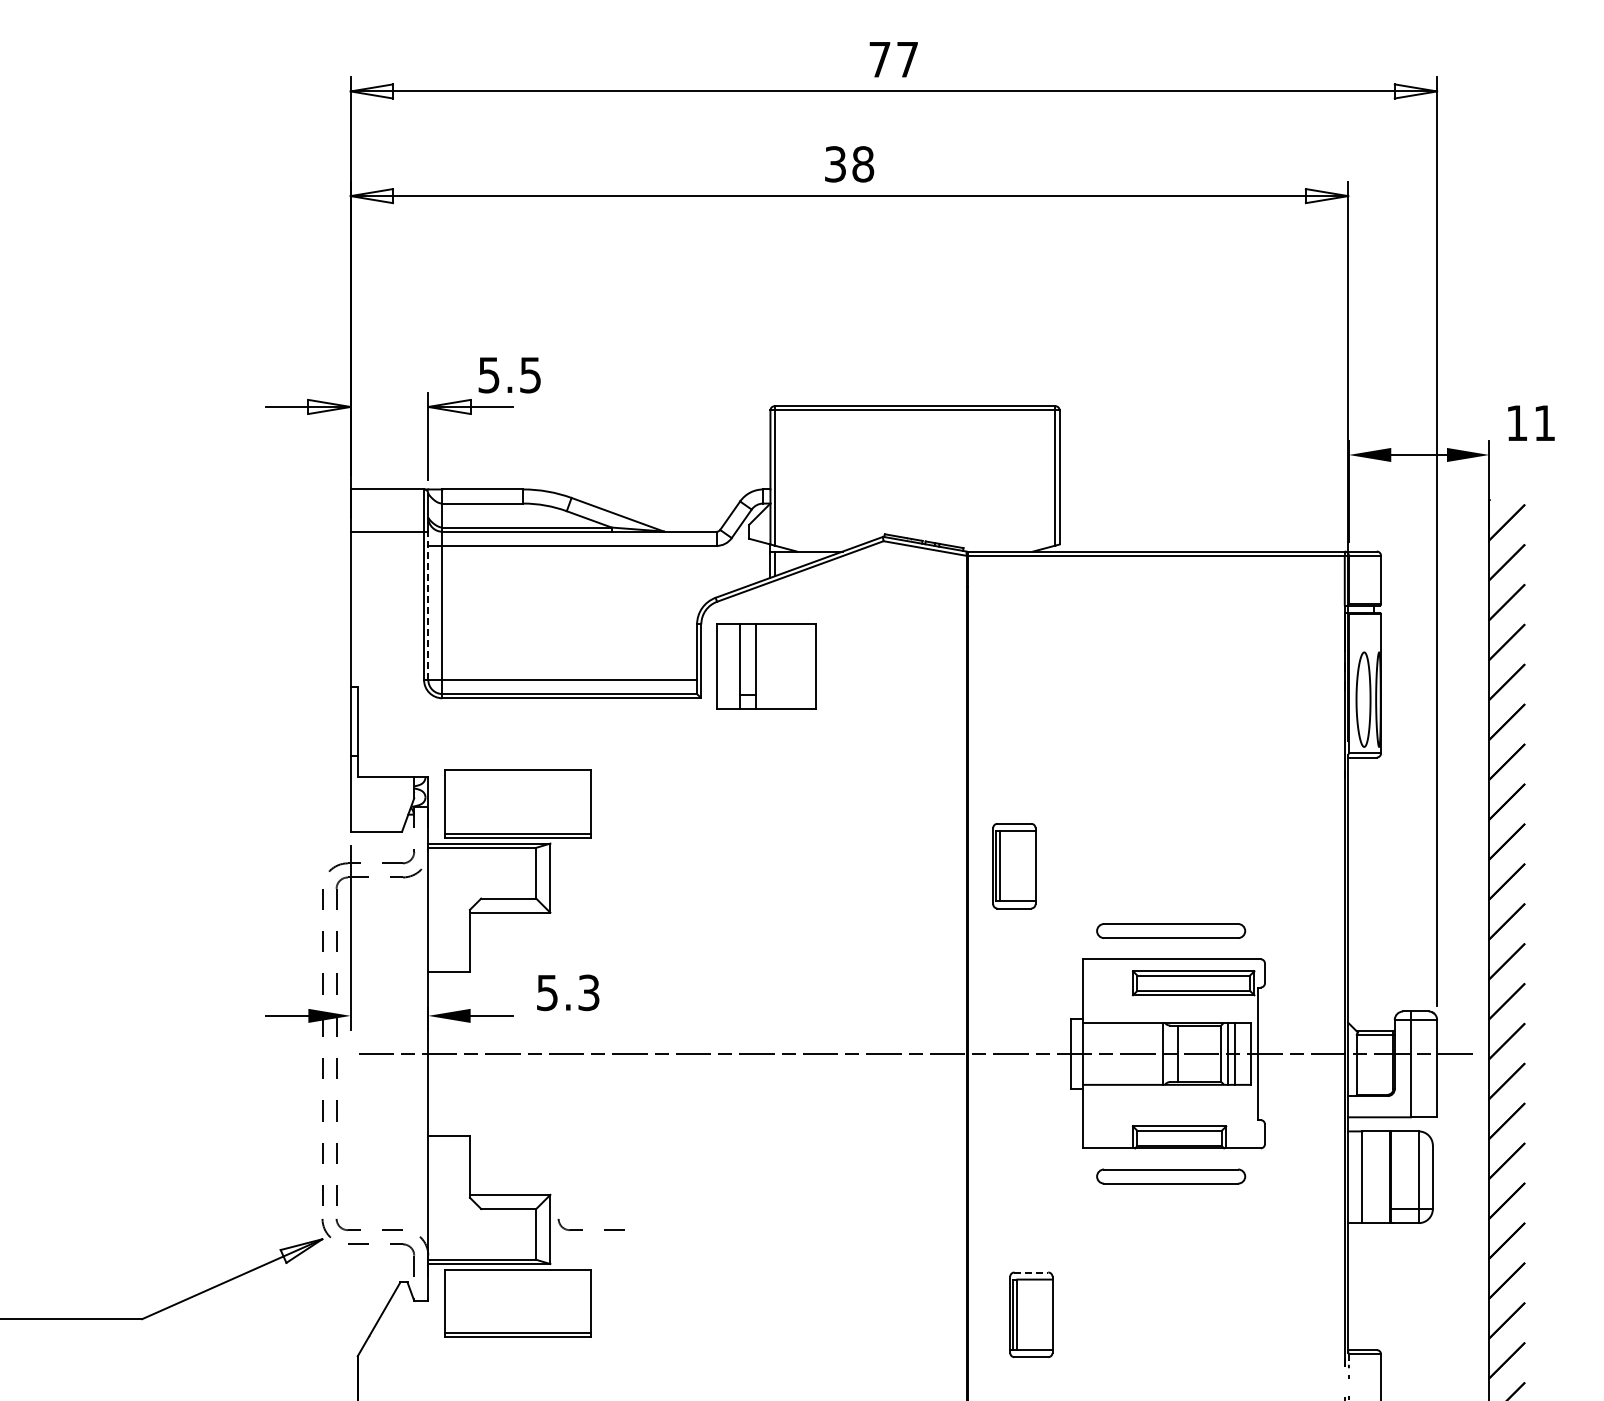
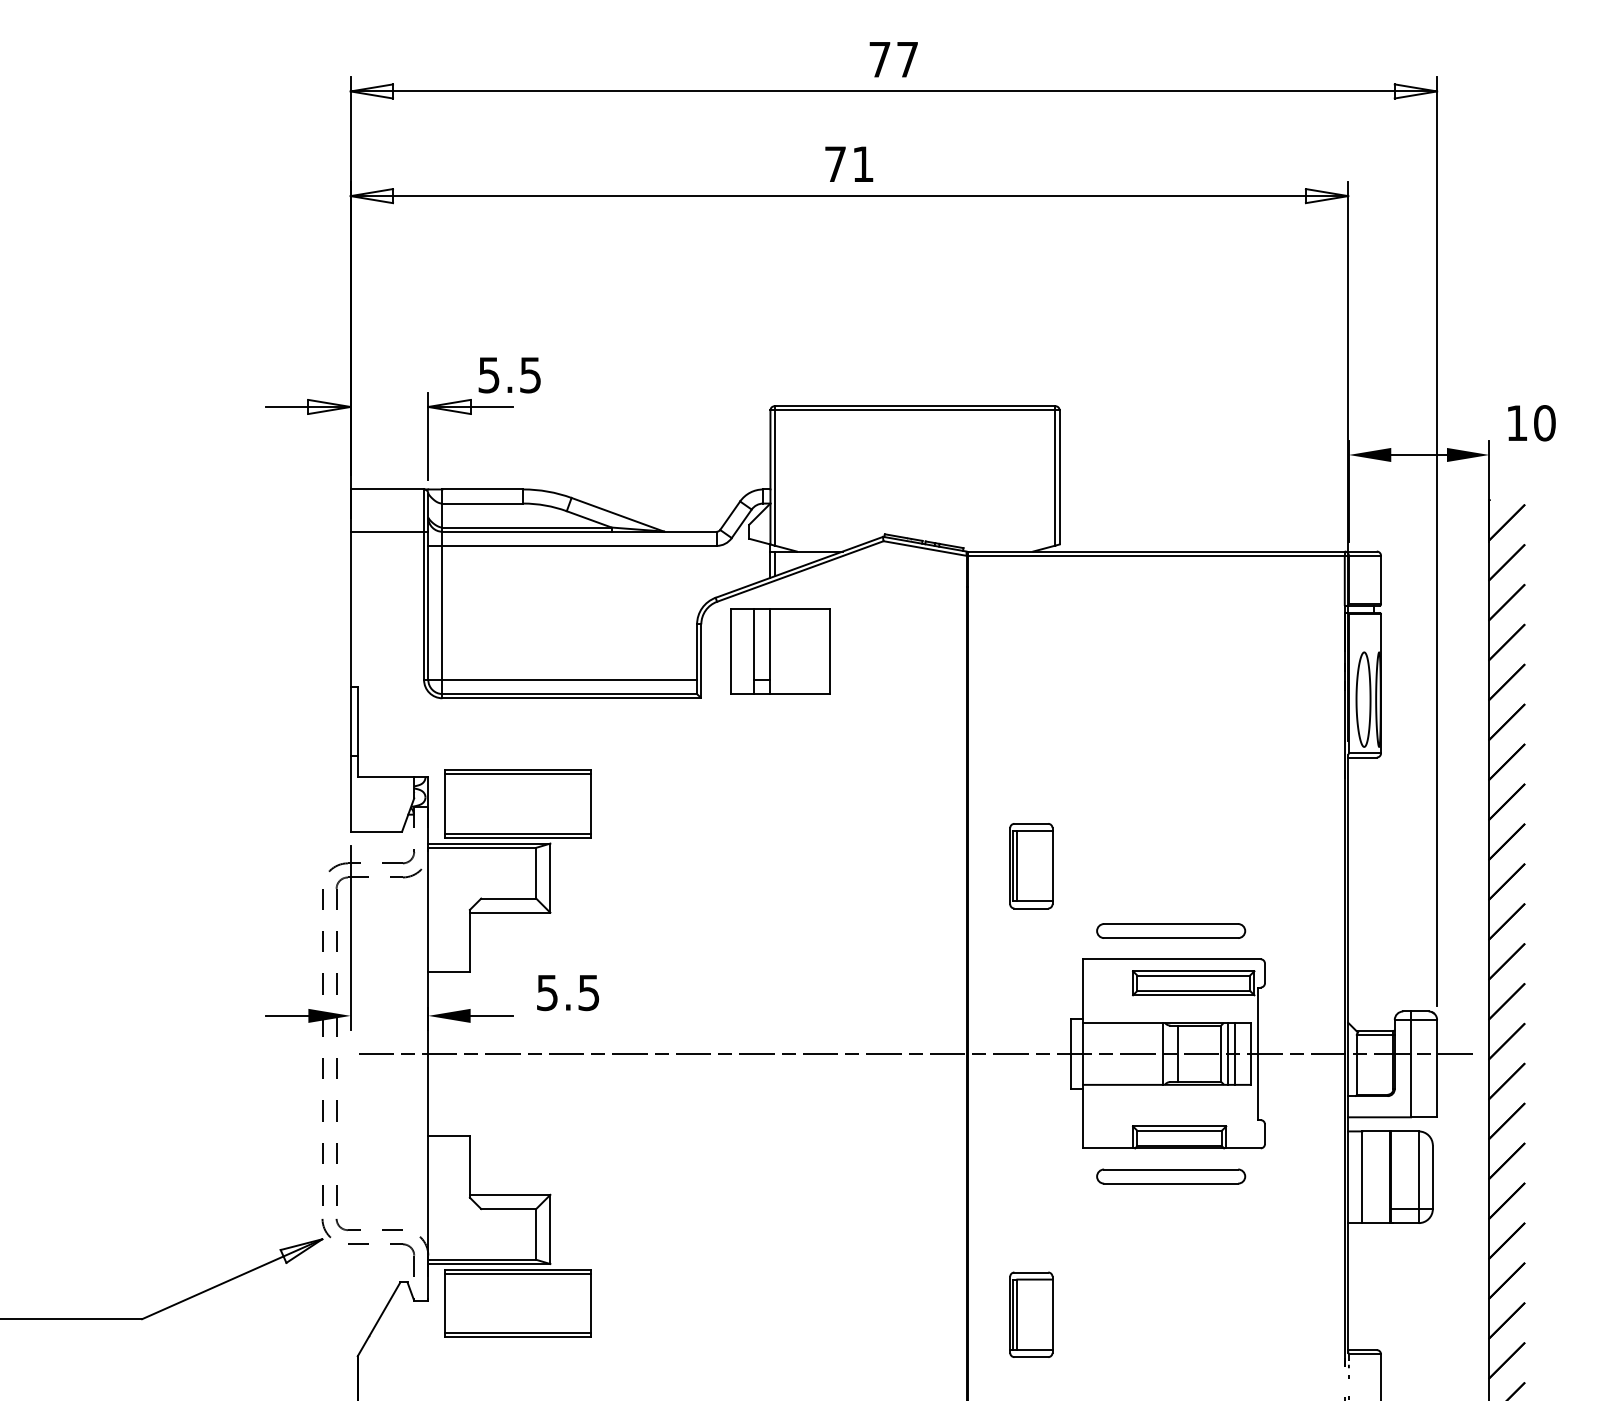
text at (849, 164): 38 -> 71
text at (1544, 423): 11 -> 10
line at (428, 605): dashed -> solid
part at (766, 666) position: (766, 666) -> (780, 651)
line at (517, 774): none -> present
part at (1014, 866) position: (1014, 866) -> (1031, 866)
text at (589, 992): 5.3 -> 5.5
part at (582, 1229): present -> none
line at (1031, 1272): dashed -> solid
line at (517, 1273): none -> present
